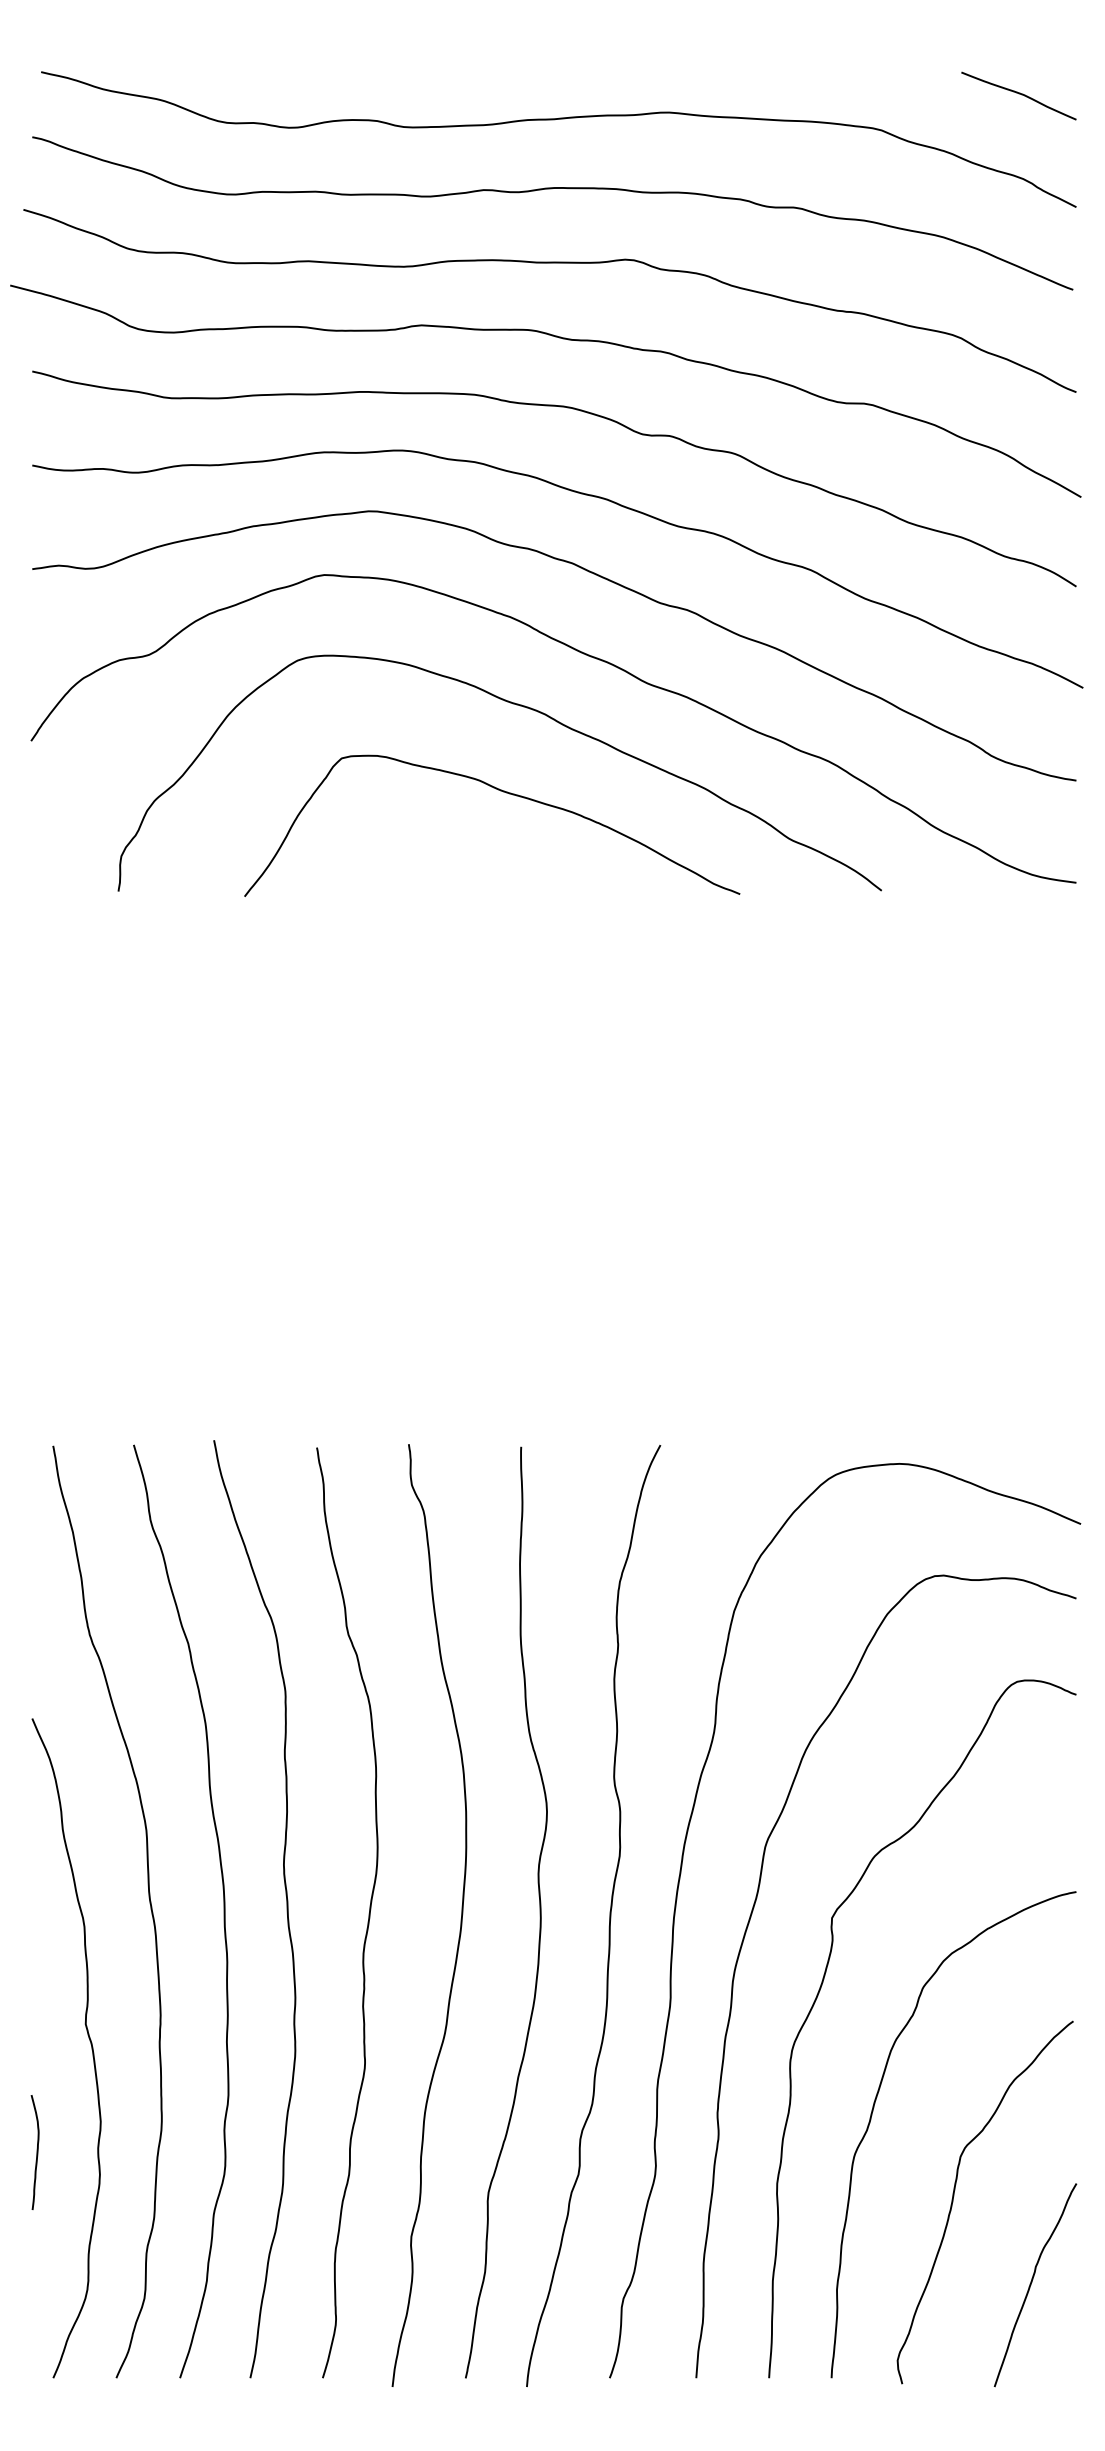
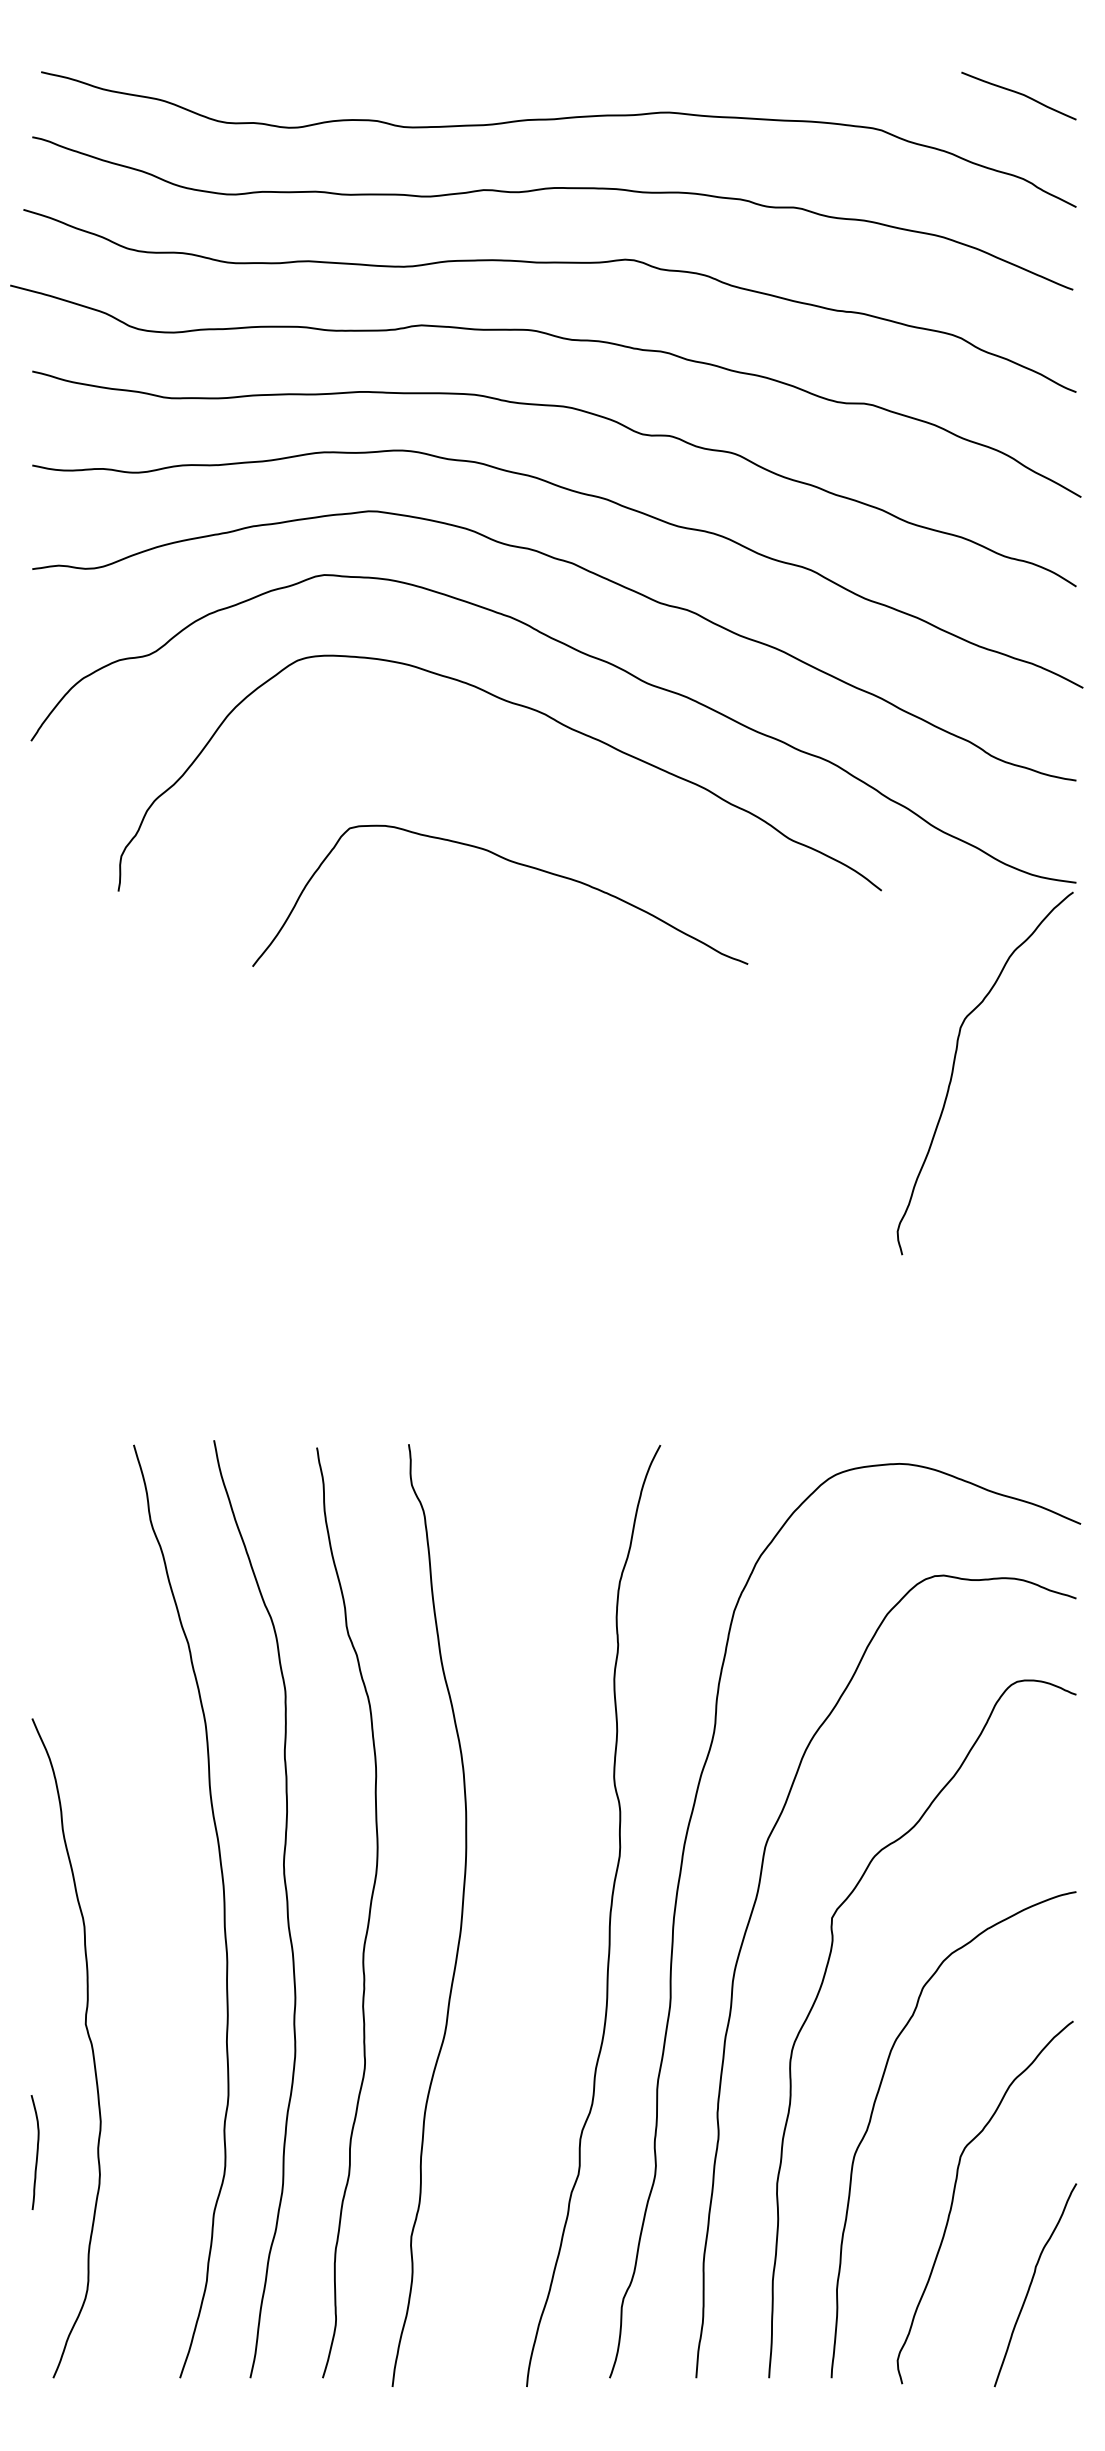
curve at (503, 792) position: (503, 792) -> (511, 862)
curve at (954, 1067): none -> present
curve at (149, 1903): present -> none
curve at (539, 1912): present -> none
